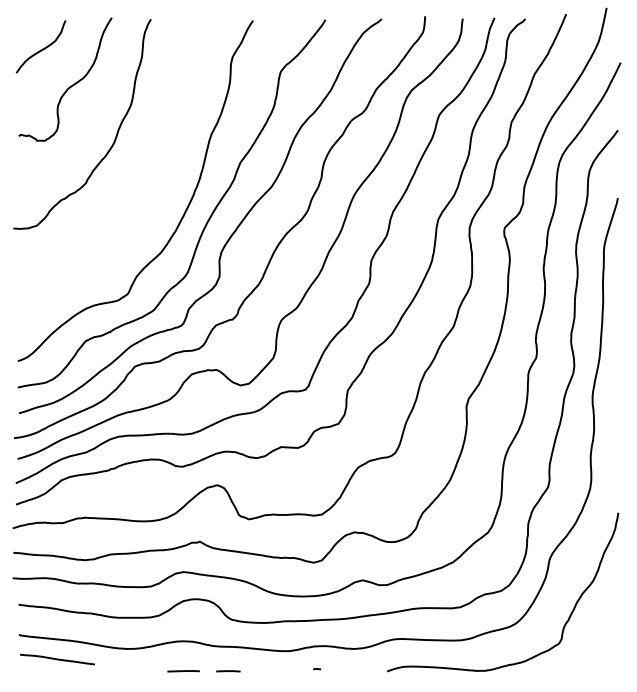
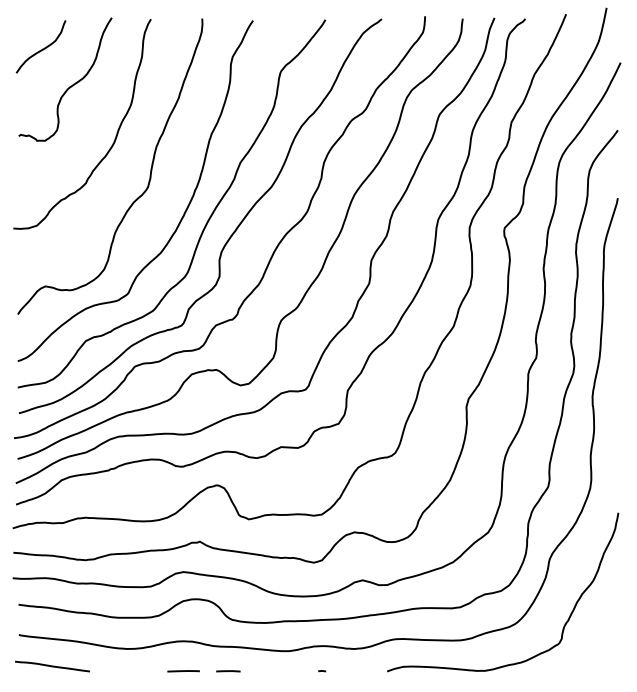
curve at (149, 174): none -> present
line at (57, 659) position: (57, 659) -> (52, 666)
line at (317, 669) position: (317, 669) -> (322, 671)
